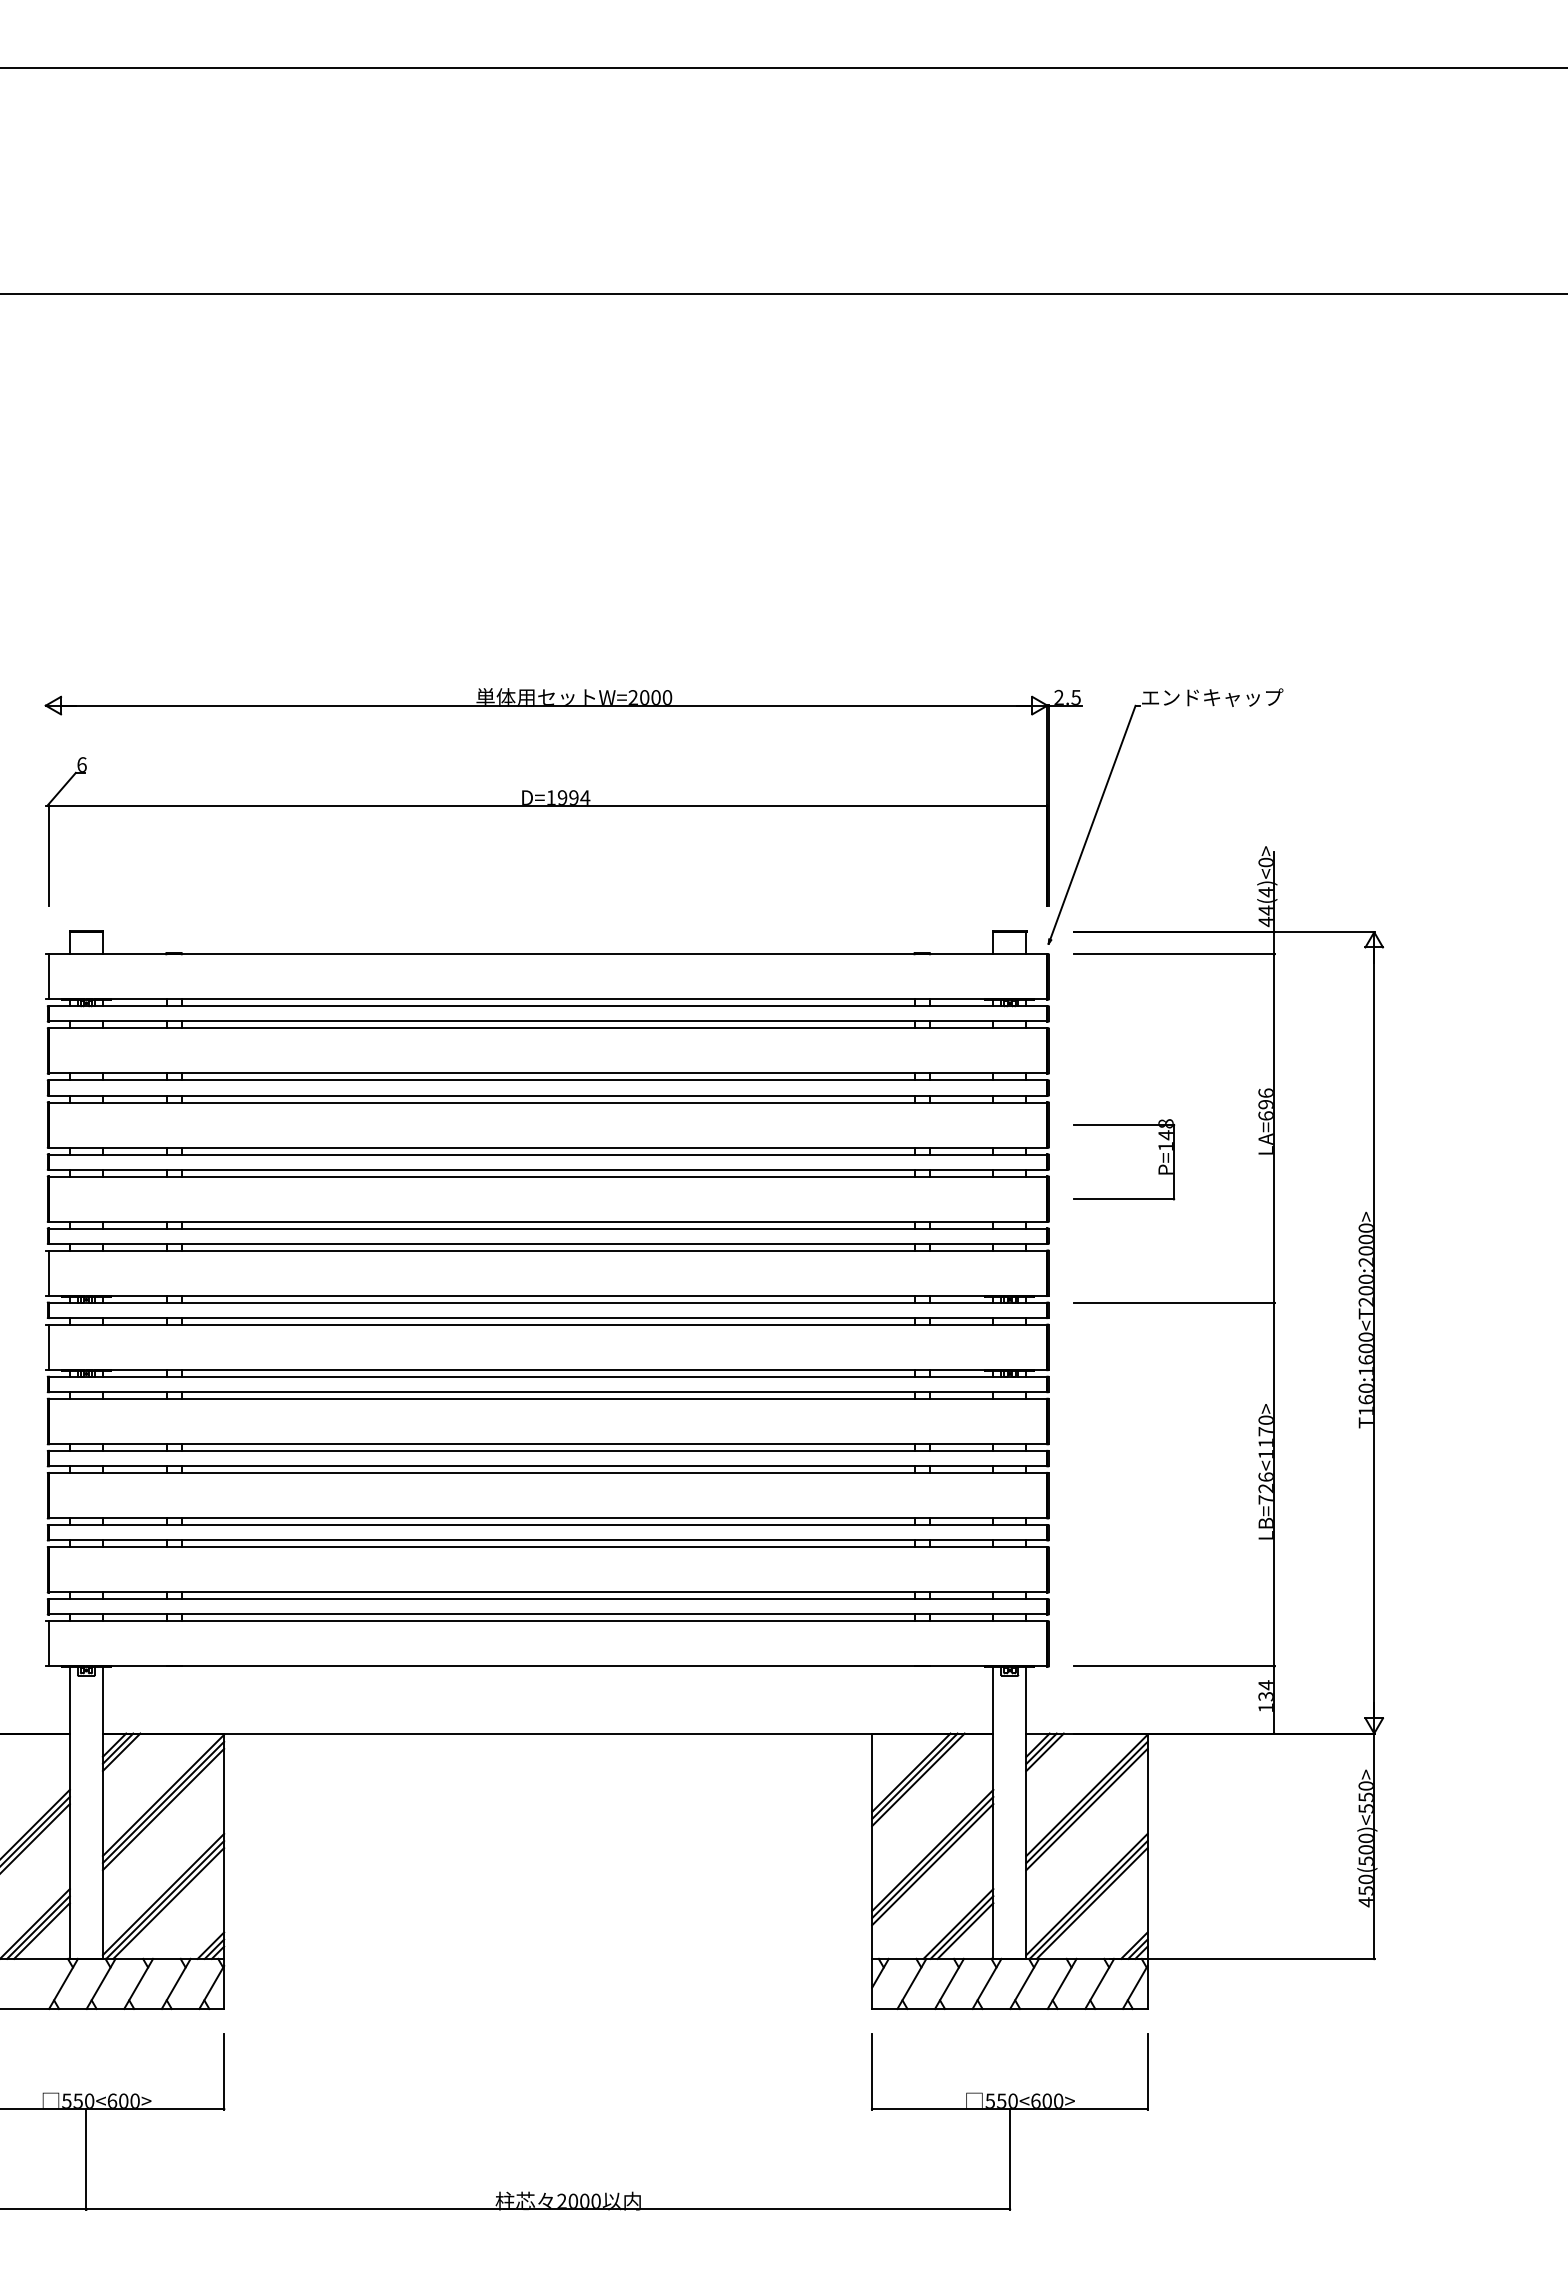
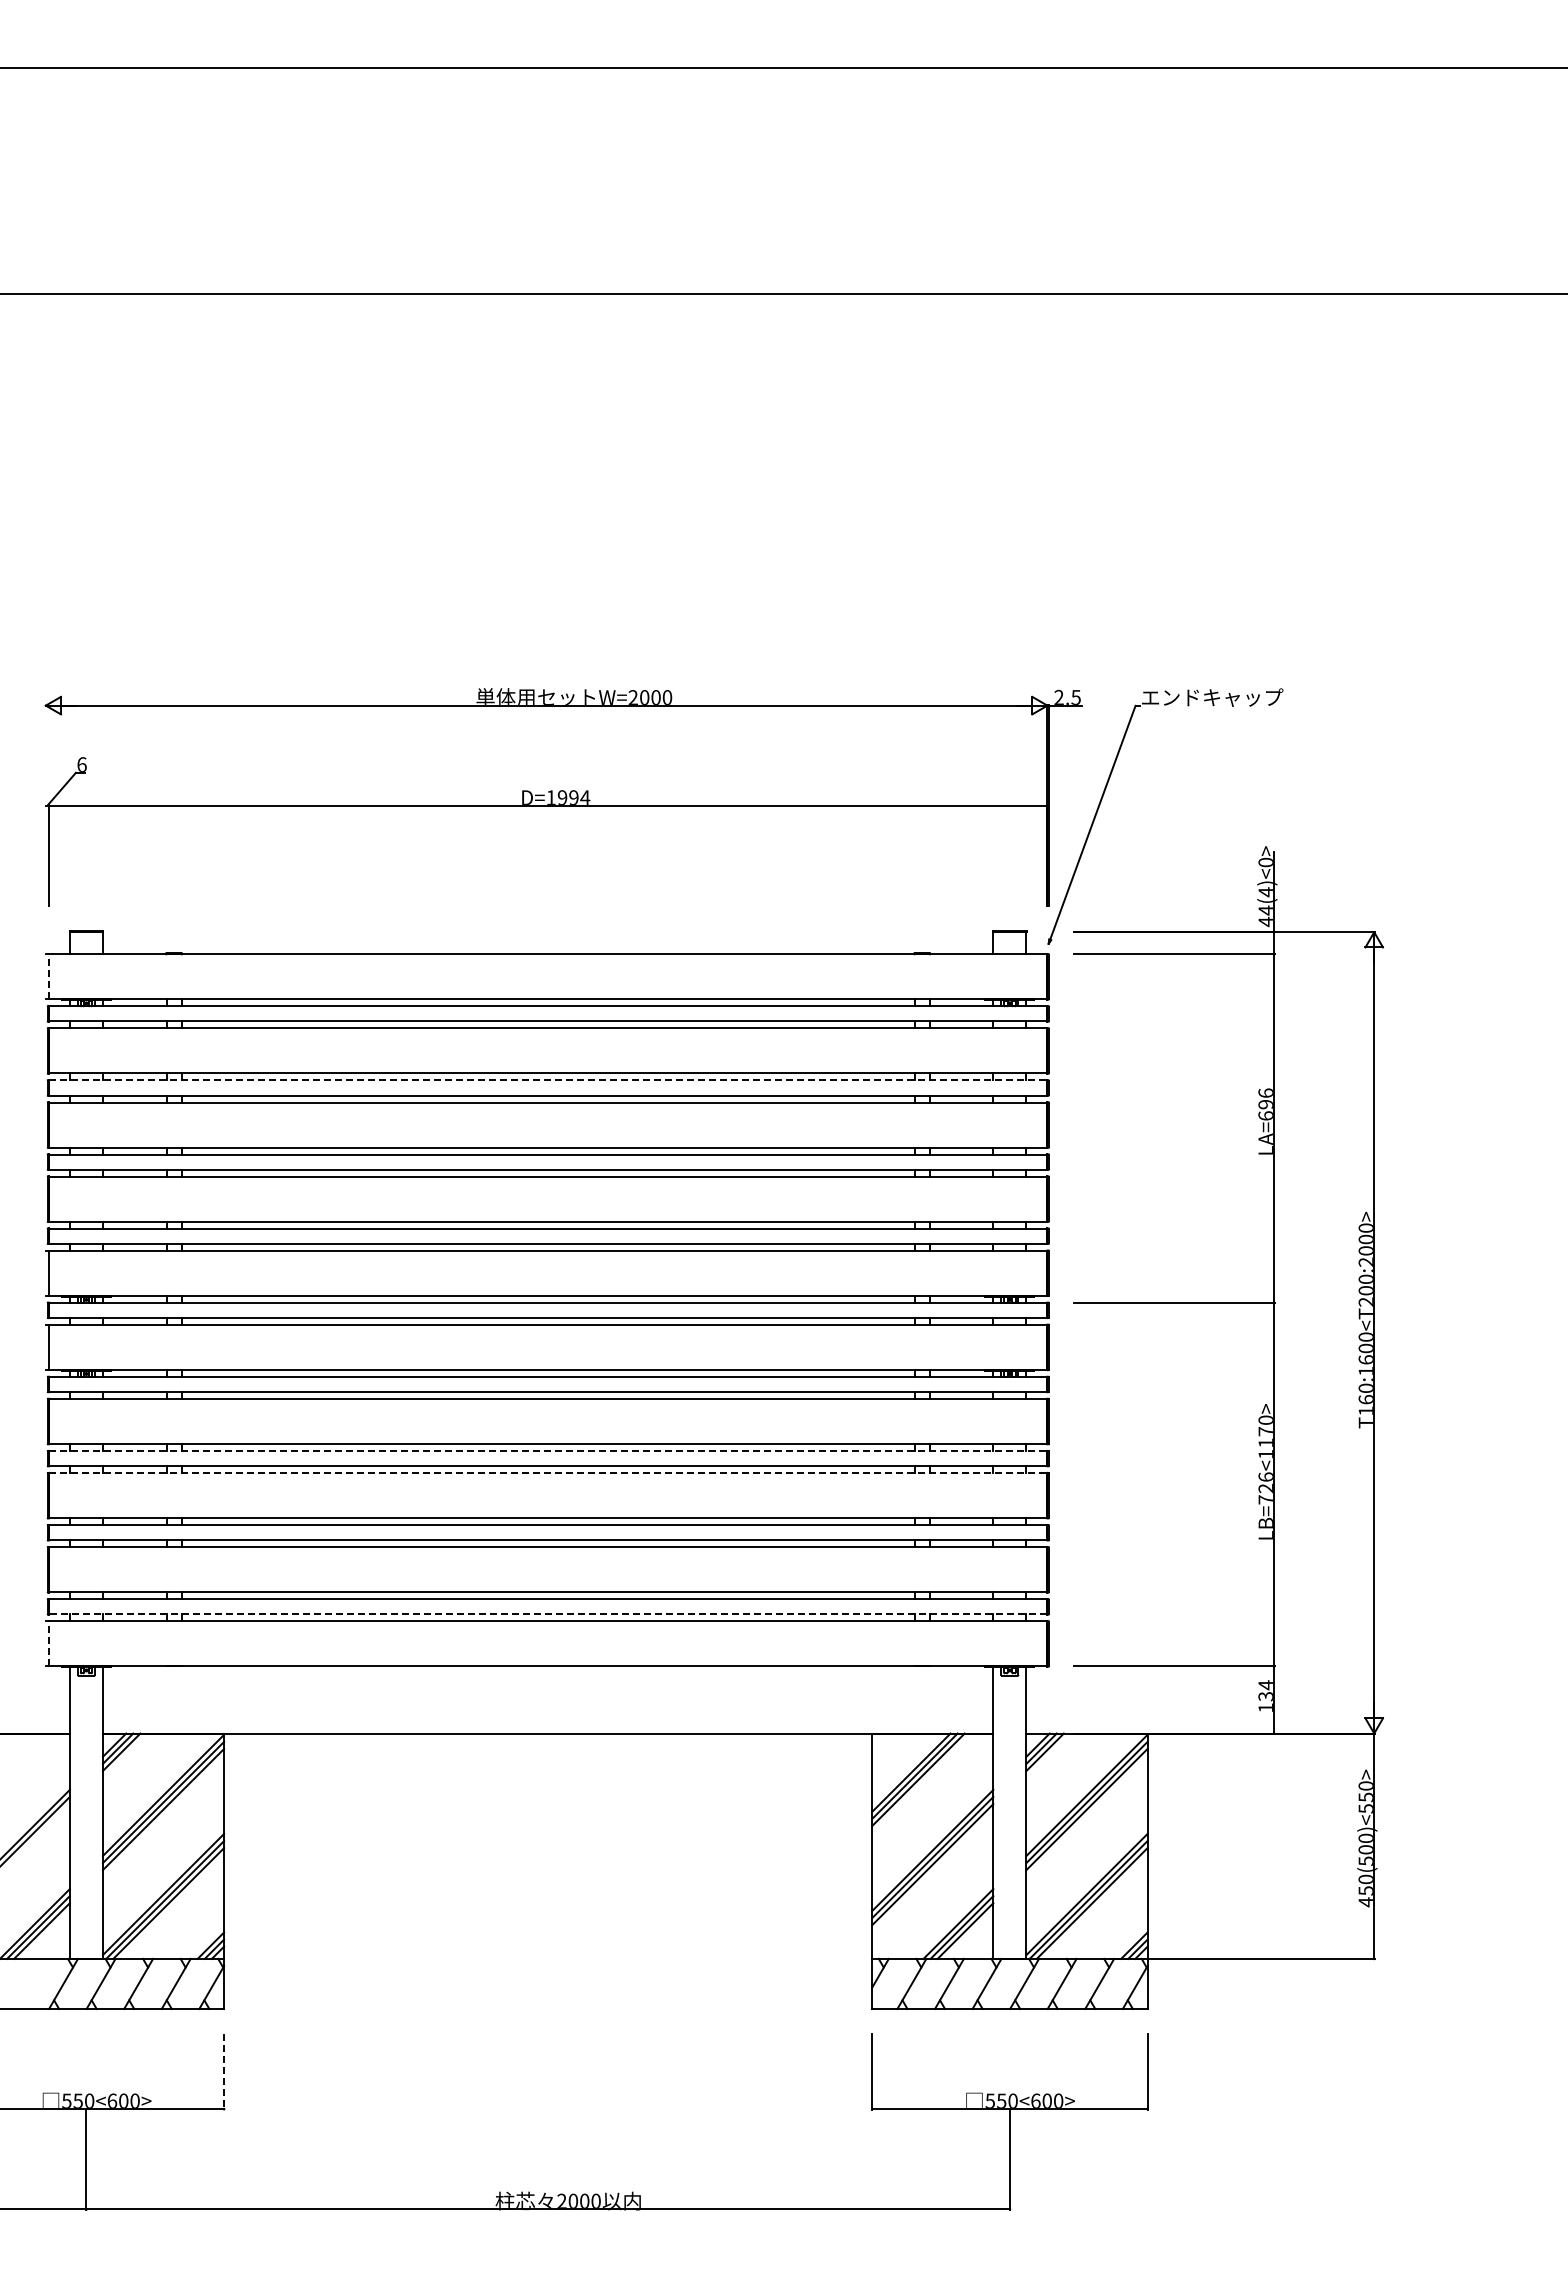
line at (48, 976): solid -> dashed
line at (548, 1080): solid -> dashed
part at (1124, 1125): present -> none
line at (548, 1451): solid -> dashed
line at (548, 1473): solid -> dashed
line at (547, 1614): solid -> dashed
line at (48, 1643): solid -> dashed
line at (35, 1837): present -> none
line at (224, 2071): solid -> dashed
